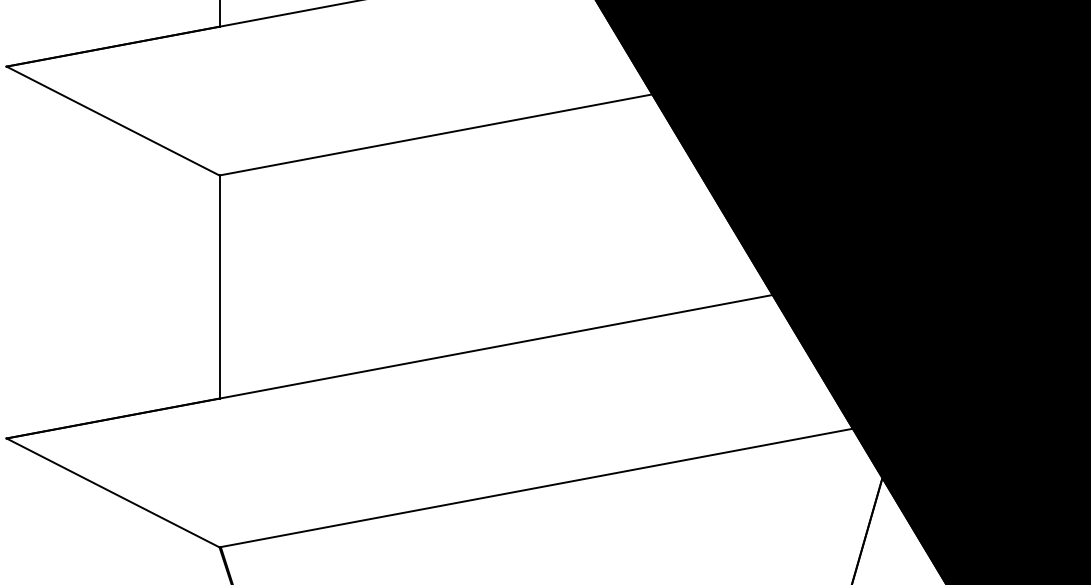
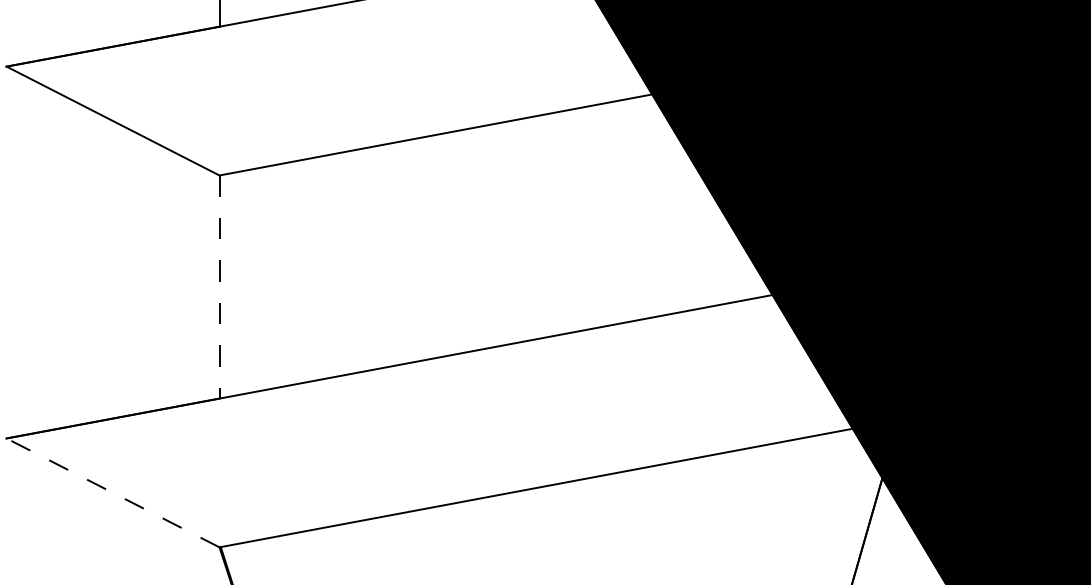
line at (219, 287): solid -> dashed
line at (113, 492): solid -> dashed
